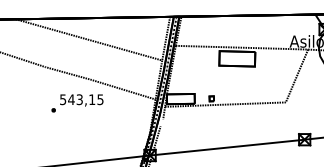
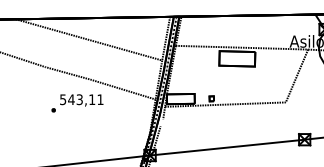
text at (100, 99): 543,15 -> 543,11
